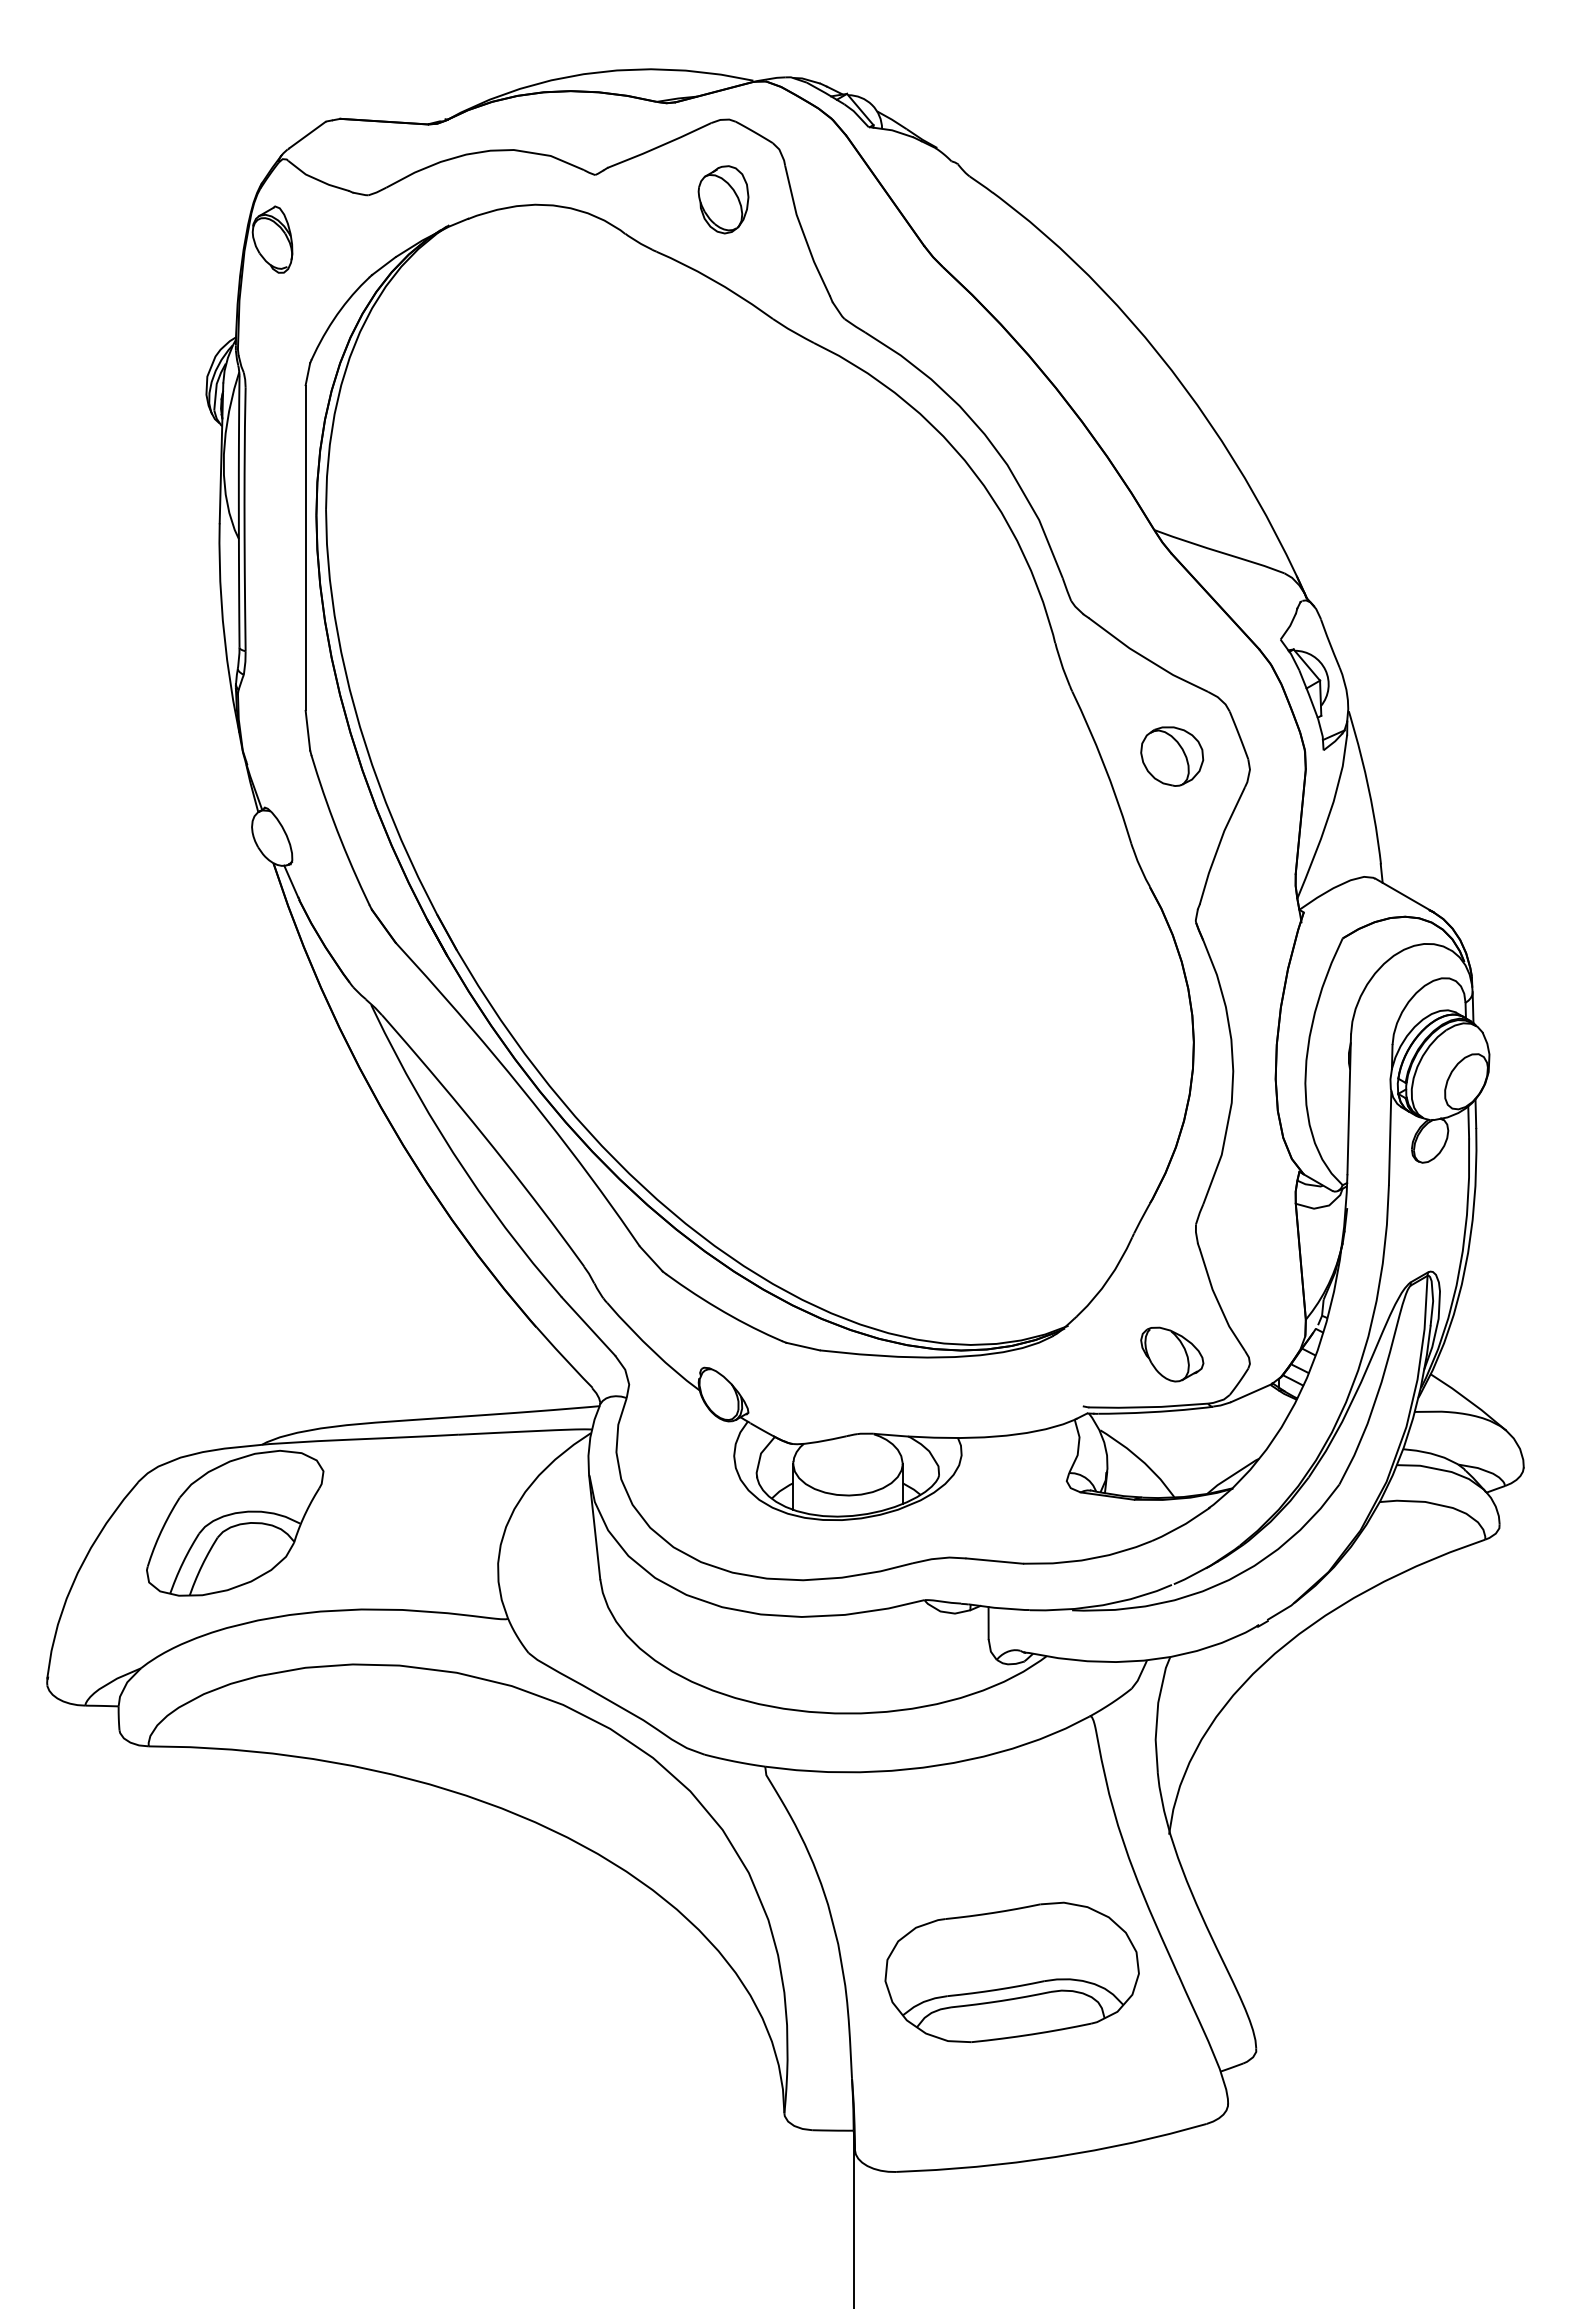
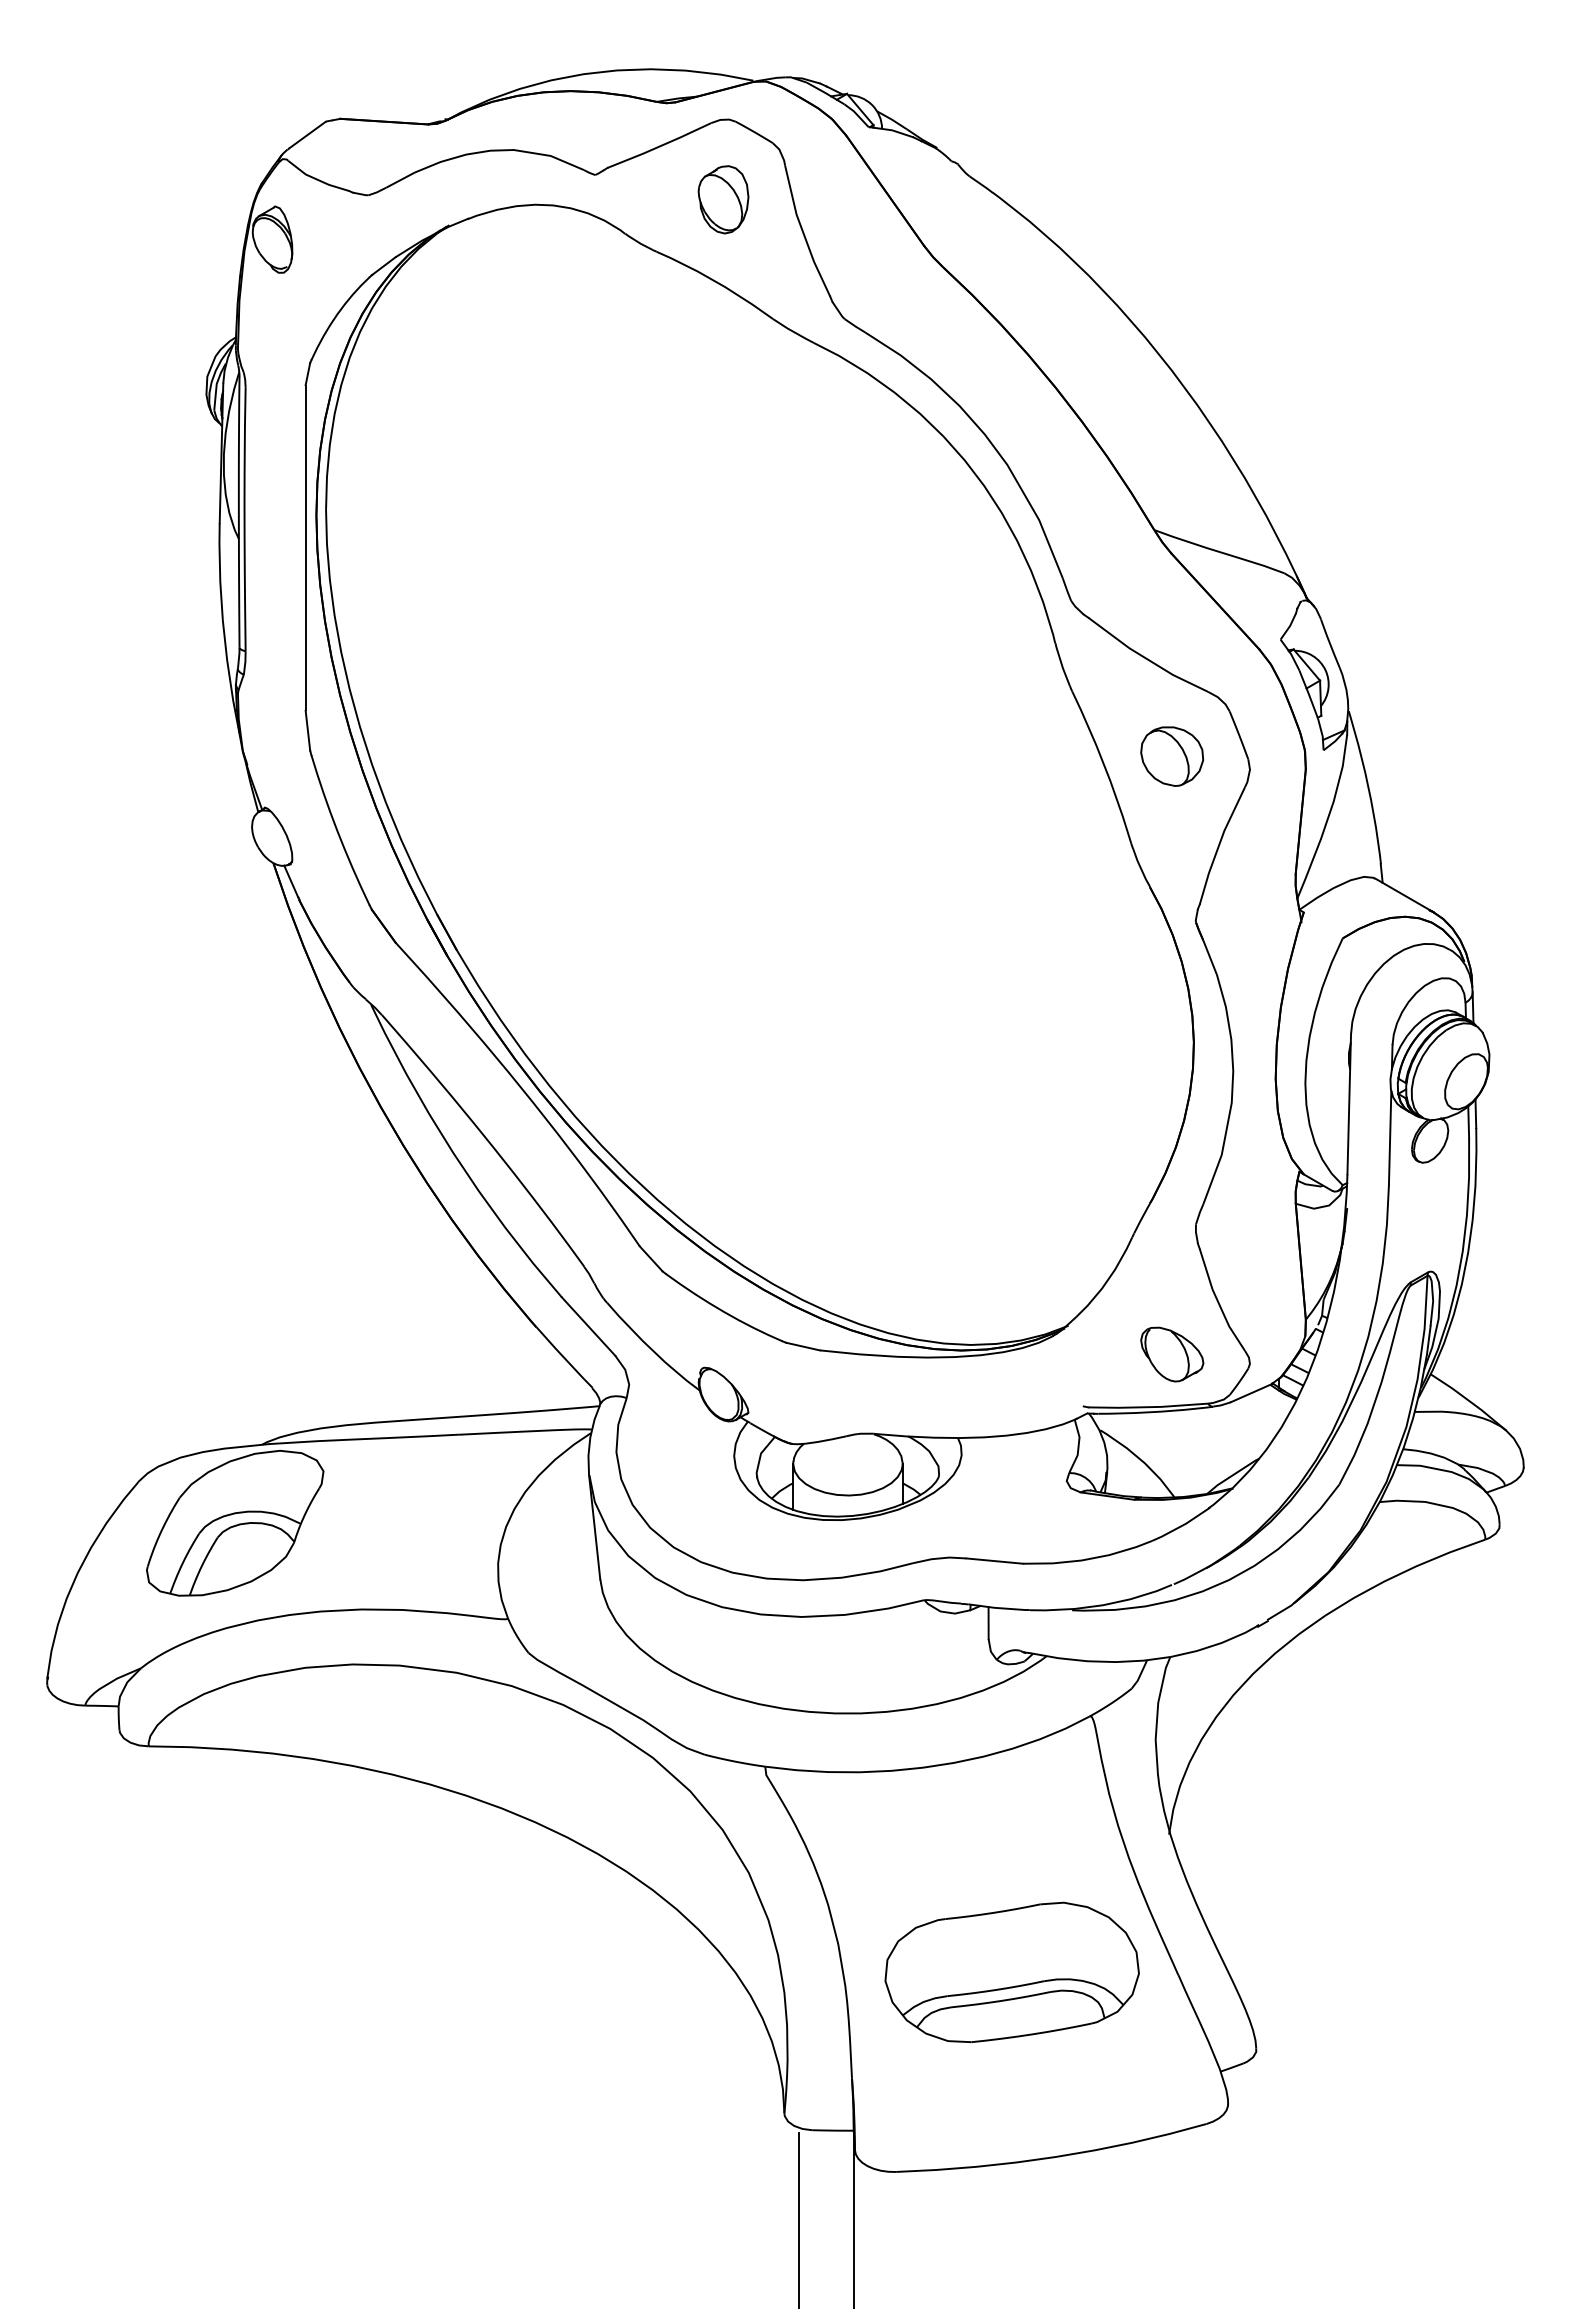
line at (798, 2219): none -> present
